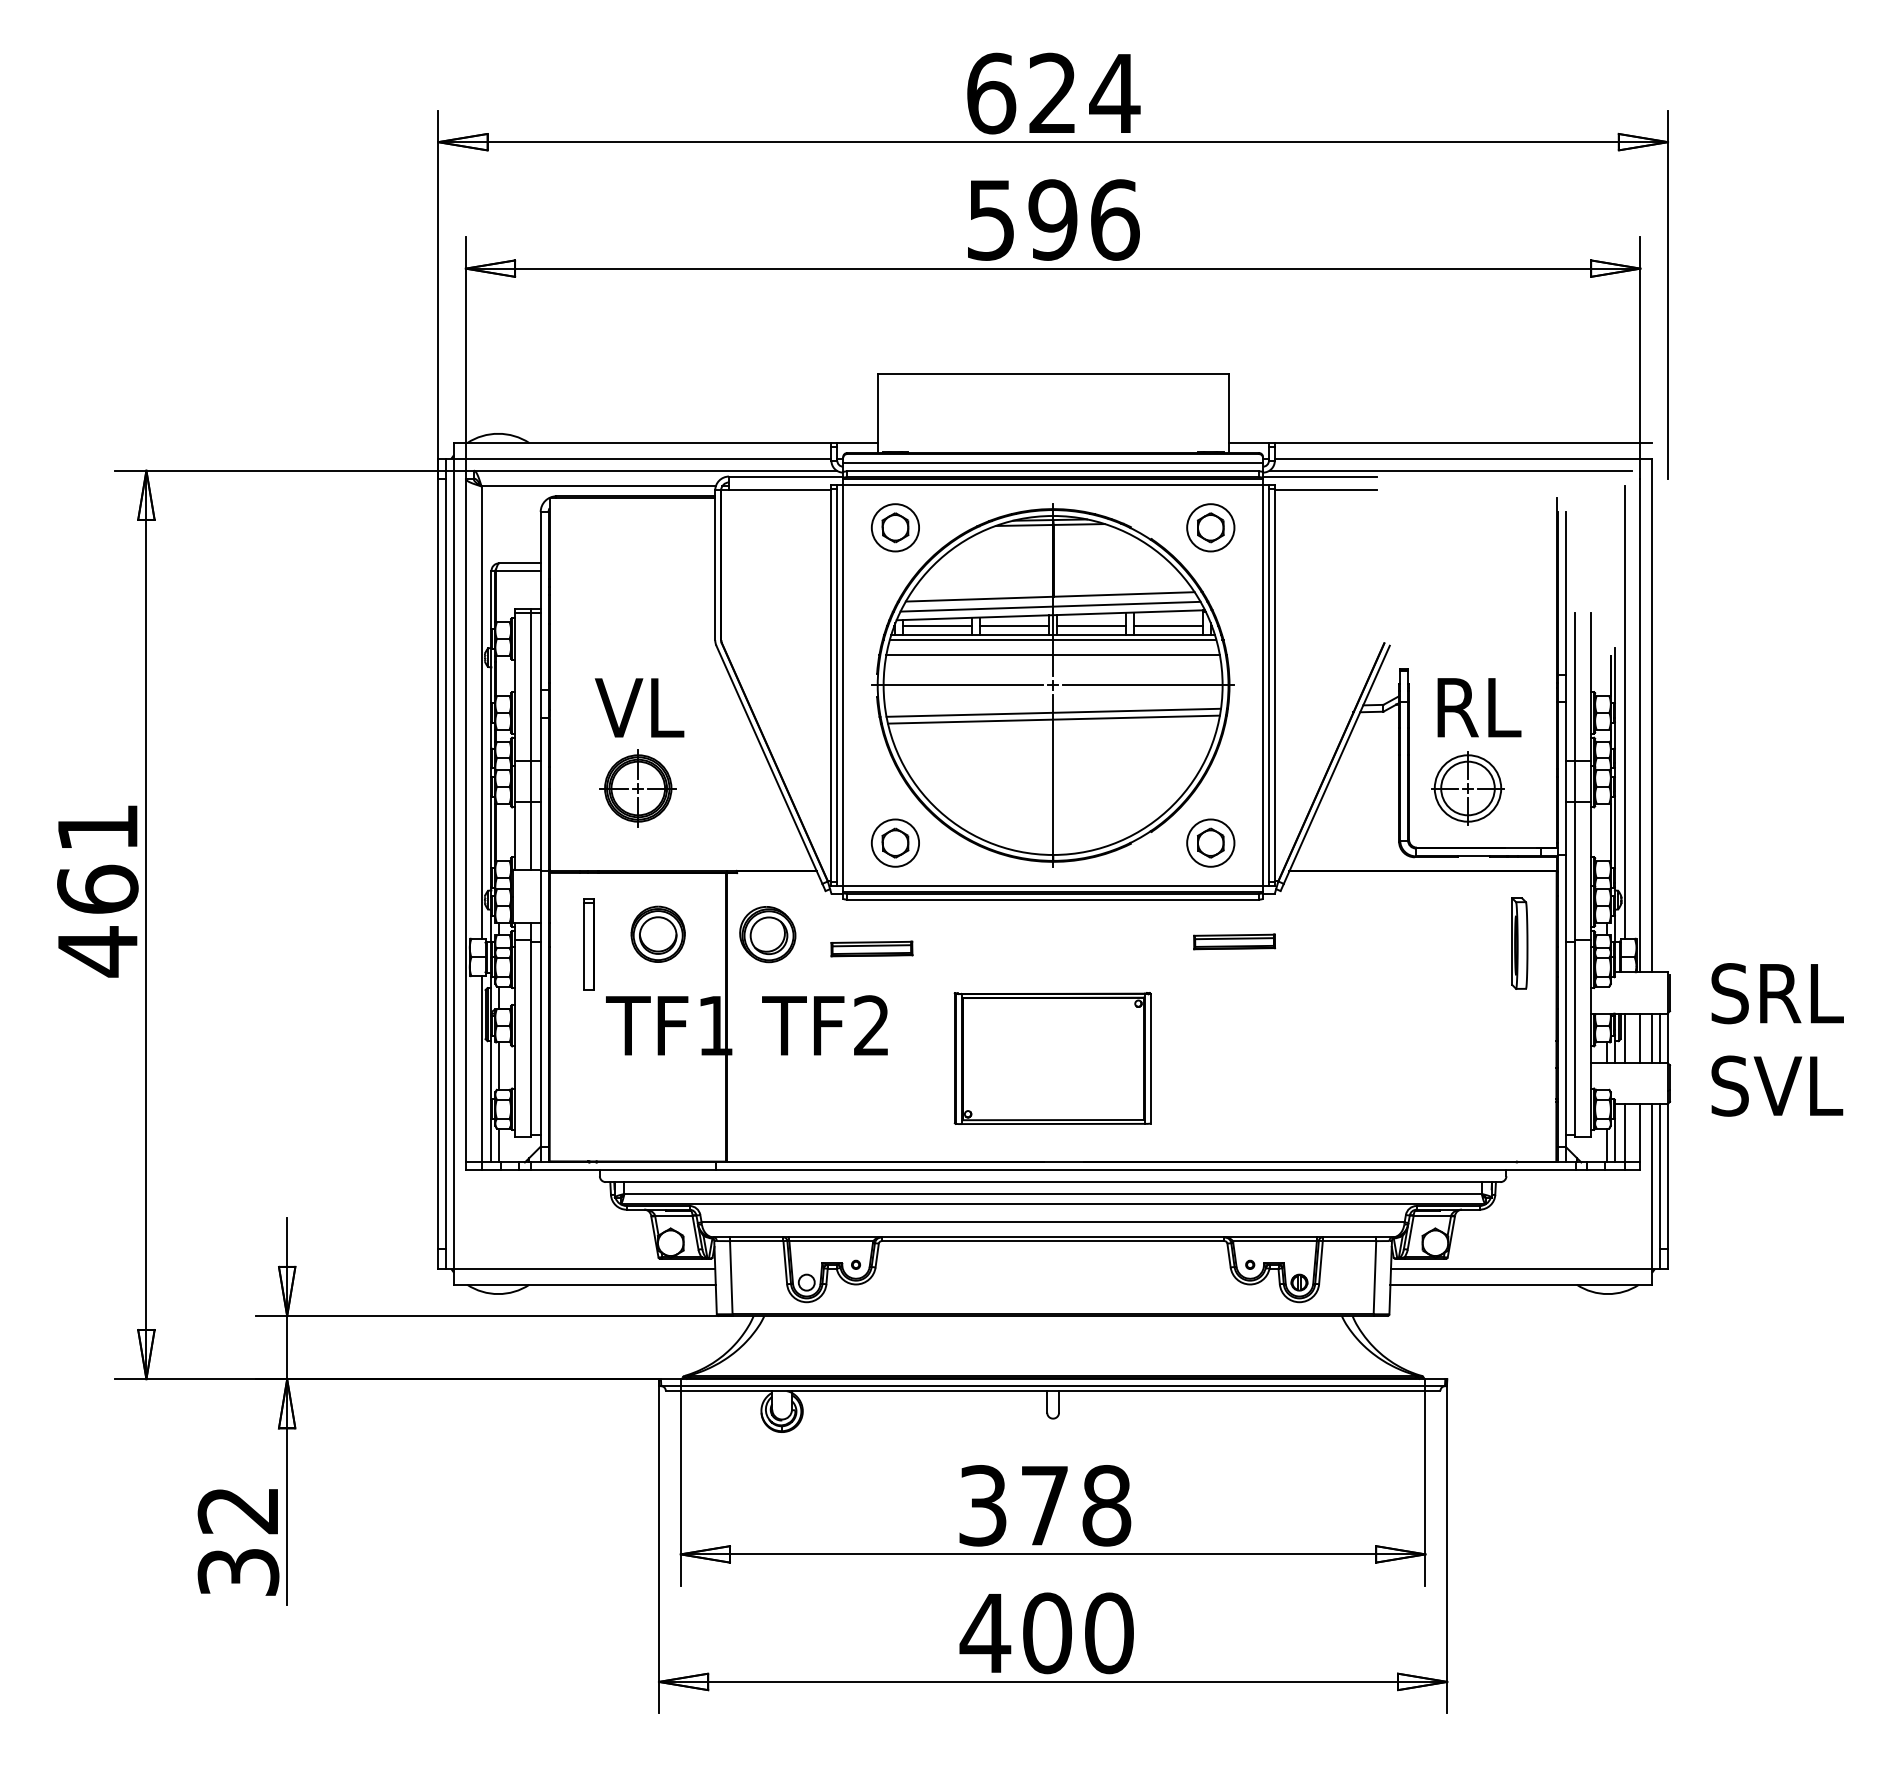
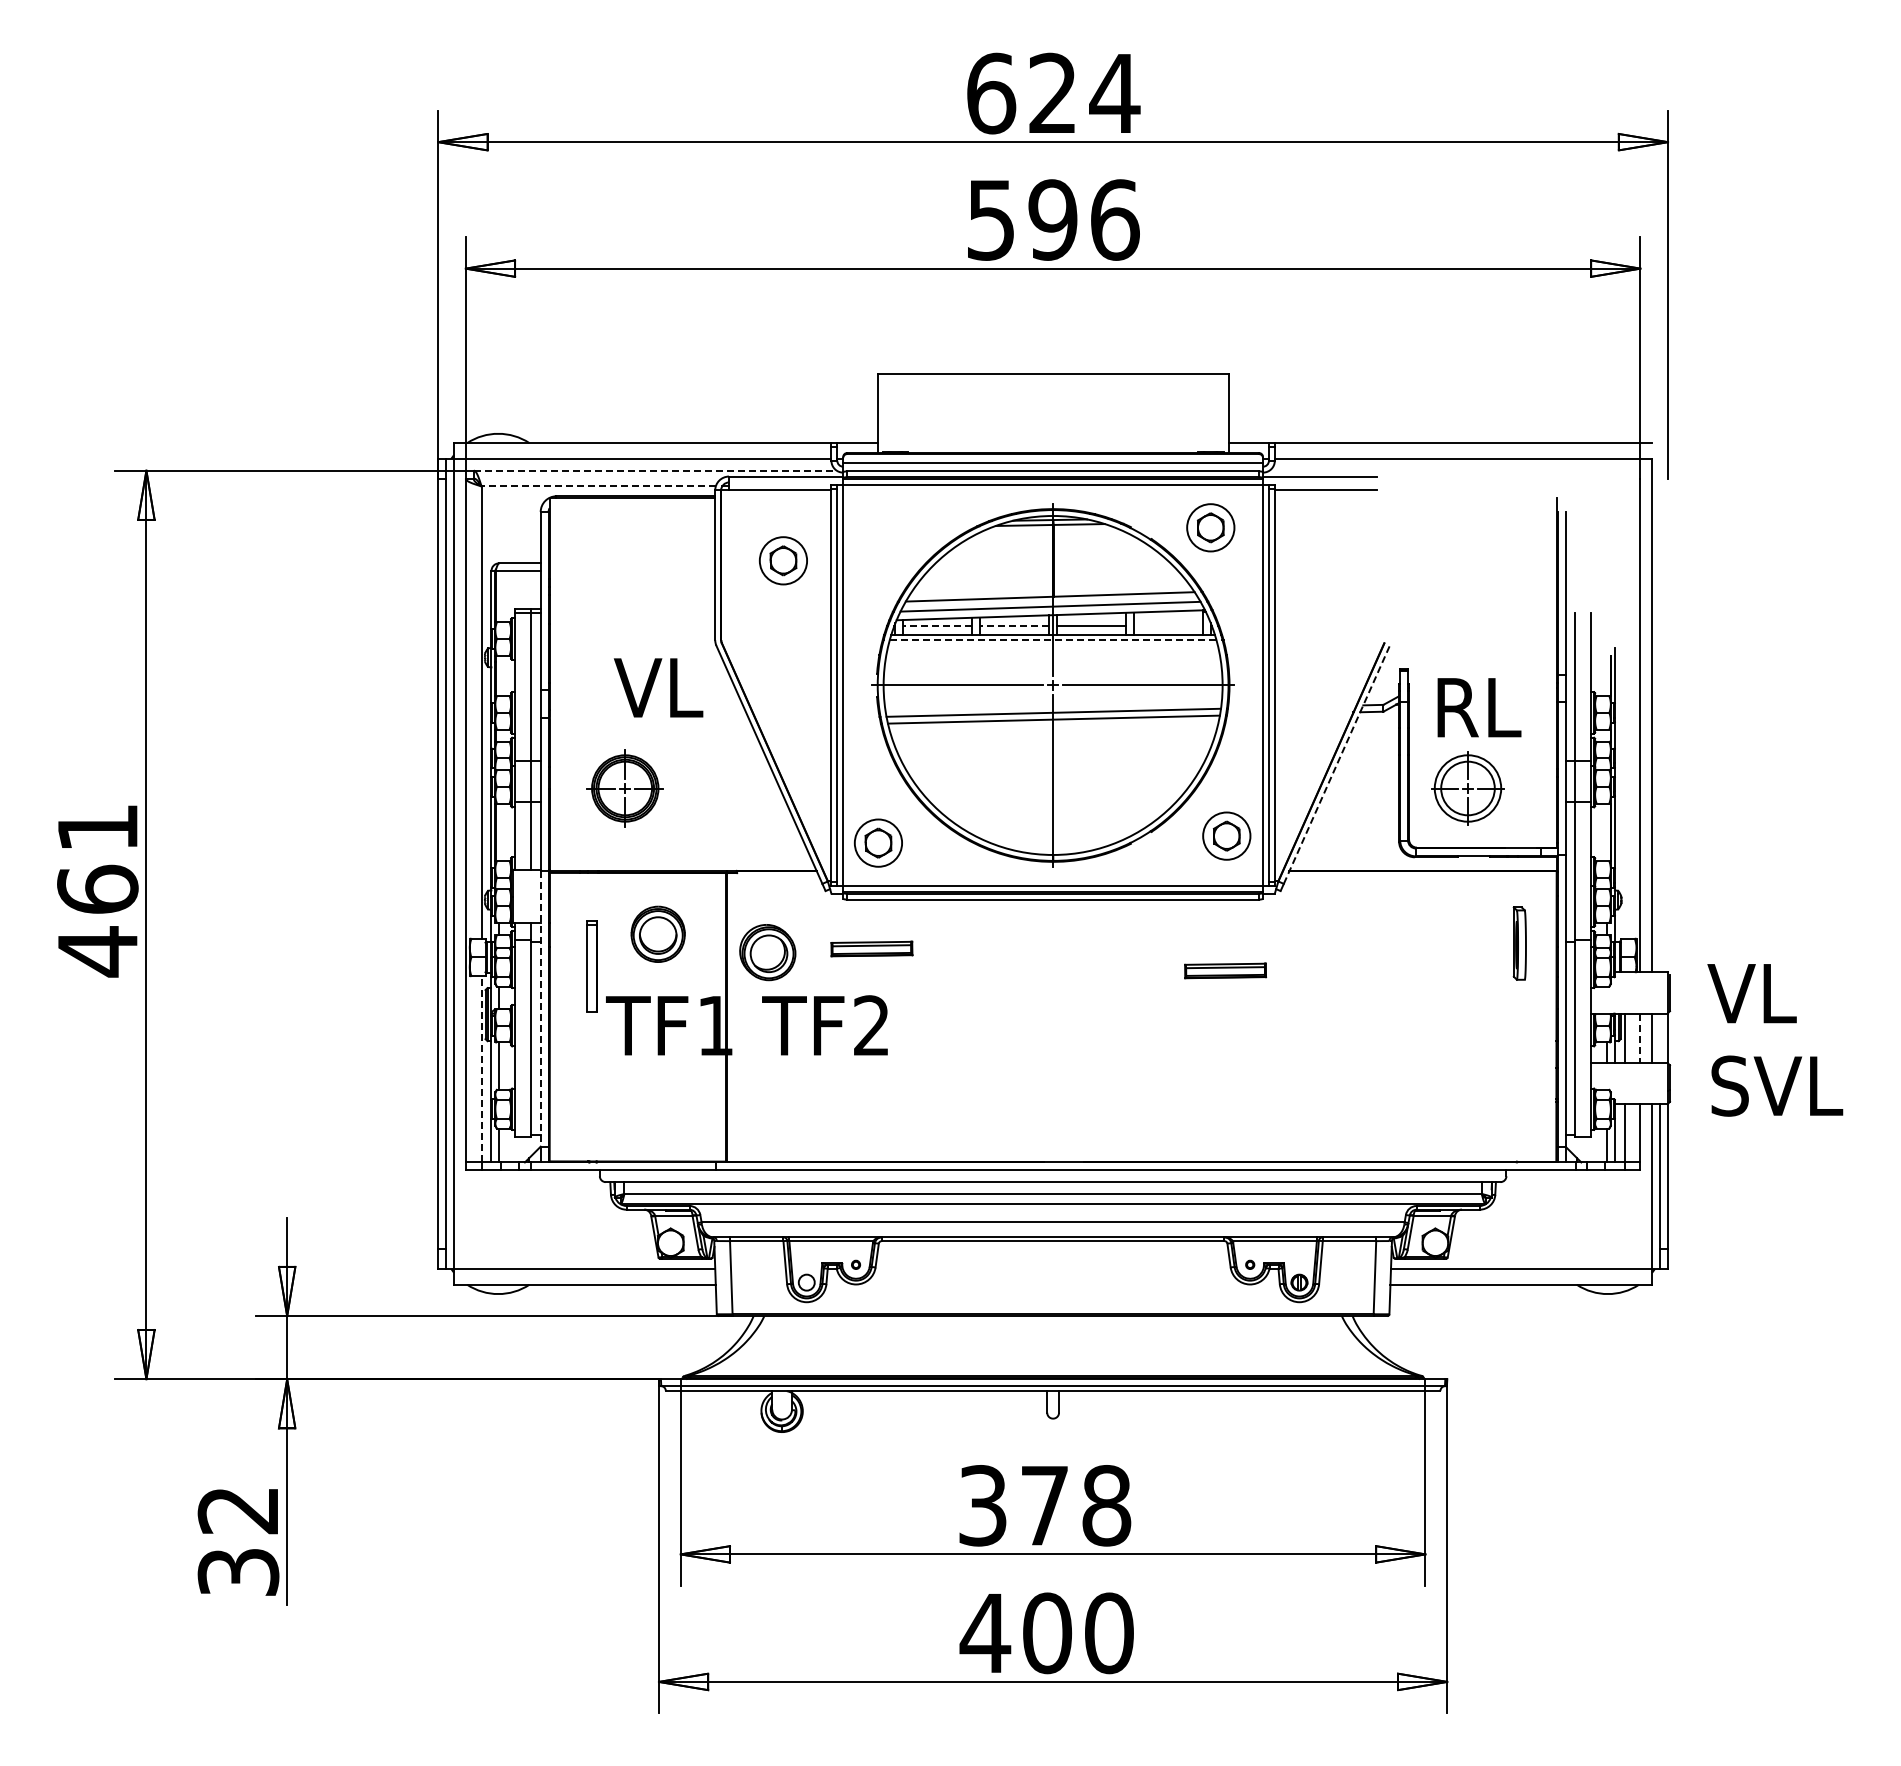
line at (655, 470): solid -> dashed
line at (1450, 470): present -> none
line at (598, 486): solid -> dashed
part at (894, 527) position: (894, 527) -> (782, 560)
line at (937, 626): solid -> dashed
line at (1014, 626): solid -> dashed
line at (1167, 626): present -> none
line at (1053, 639): solid -> dashed
line at (1052, 654): present -> none
text at (639, 707) position: (639, 707) -> (658, 687)
line at (1624, 712): present -> none
line at (1337, 764): solid -> dashed
part at (637, 788) position: (637, 788) -> (624, 788)
part at (894, 842) position: (894, 842) -> (877, 842)
part at (1210, 842) position: (1210, 842) -> (1226, 835)
part at (767, 934) position: (767, 934) -> (767, 952)
part at (1234, 941) position: (1234, 941) -> (1225, 970)
part at (1519, 943) size: 18x93 px -> 15x75 px
part at (588, 944) position: (588, 944) -> (591, 966)
text at (1775, 993): SRL -> VL
line at (540, 1008): solid -> dashed
line at (1660, 1037): present -> none
line at (1640, 1038): solid -> dashed
part at (1052, 1058): present -> none
line at (481, 1068): solid -> dashed
